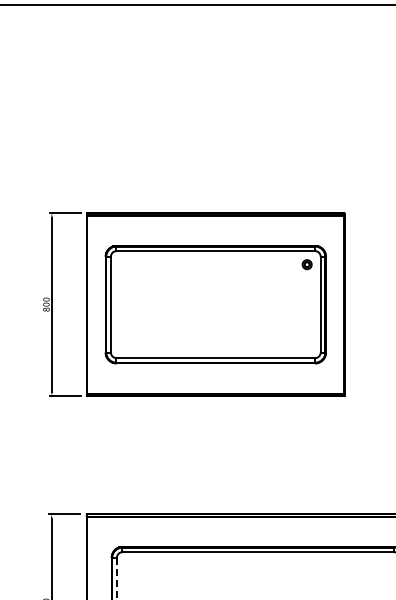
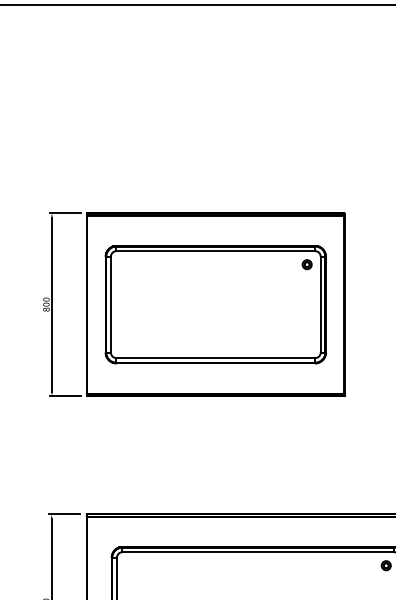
part at (385, 565): none -> present
line at (116, 578): dashed -> solid
